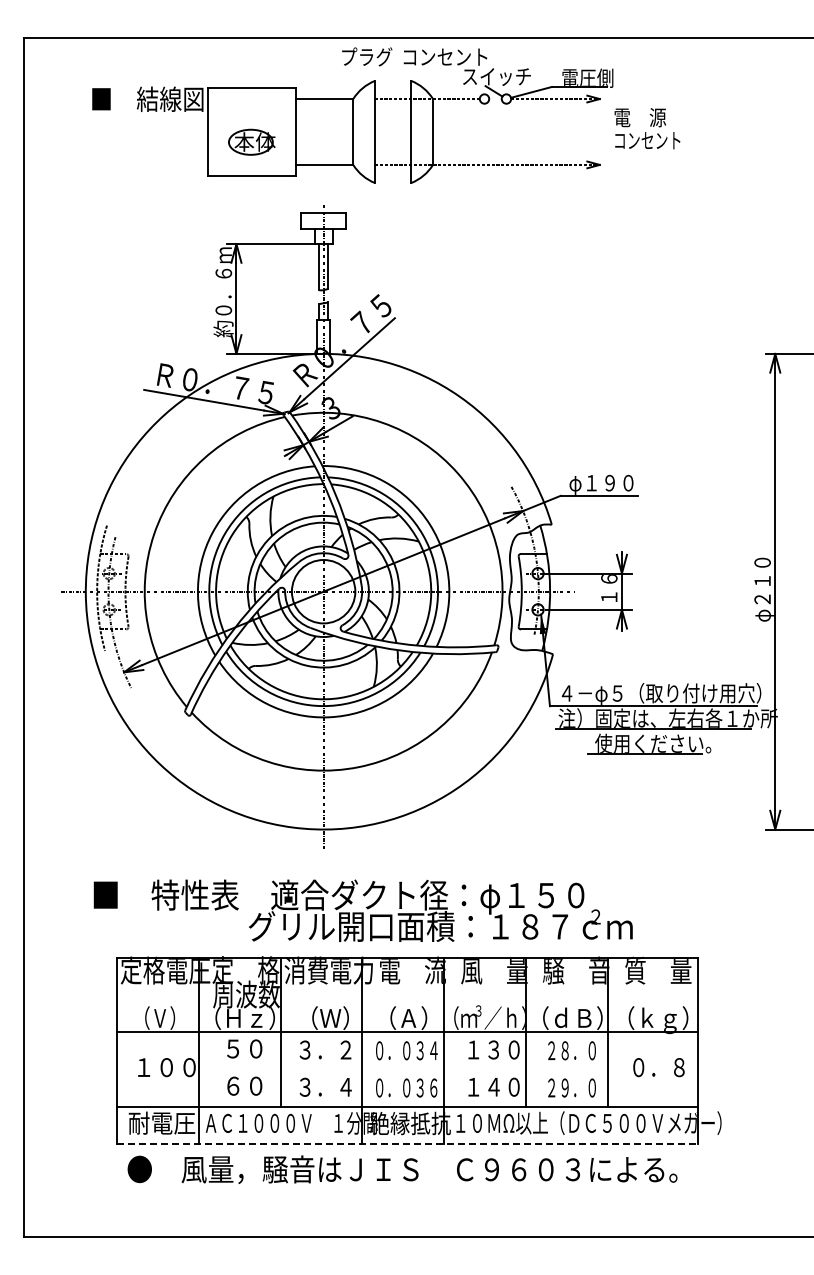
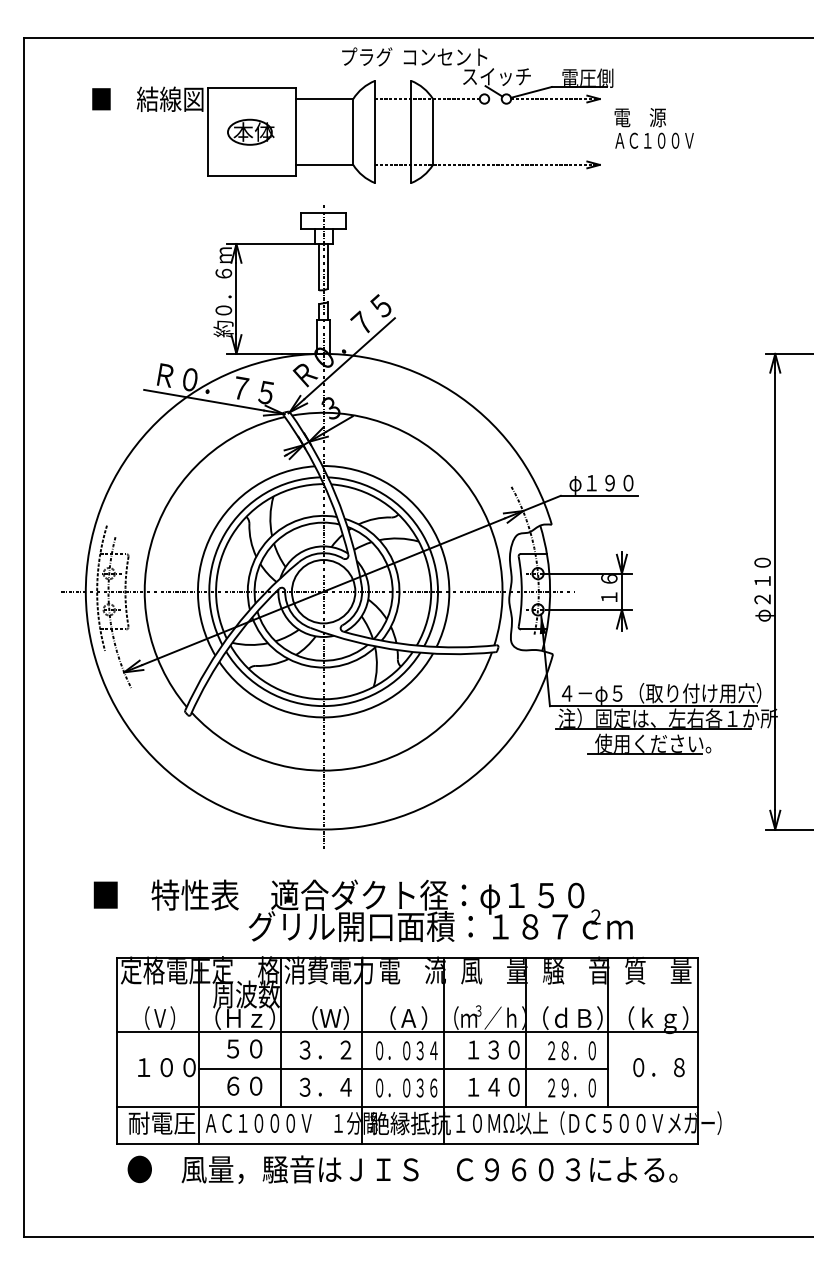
text at (654, 140): コンセント -> ＡＣ１００Ｖ
part at (251, 141) position: (251, 141) -> (250, 131)
line at (403, 1069): none -> present
line at (407, 1143): dashed -> solid
